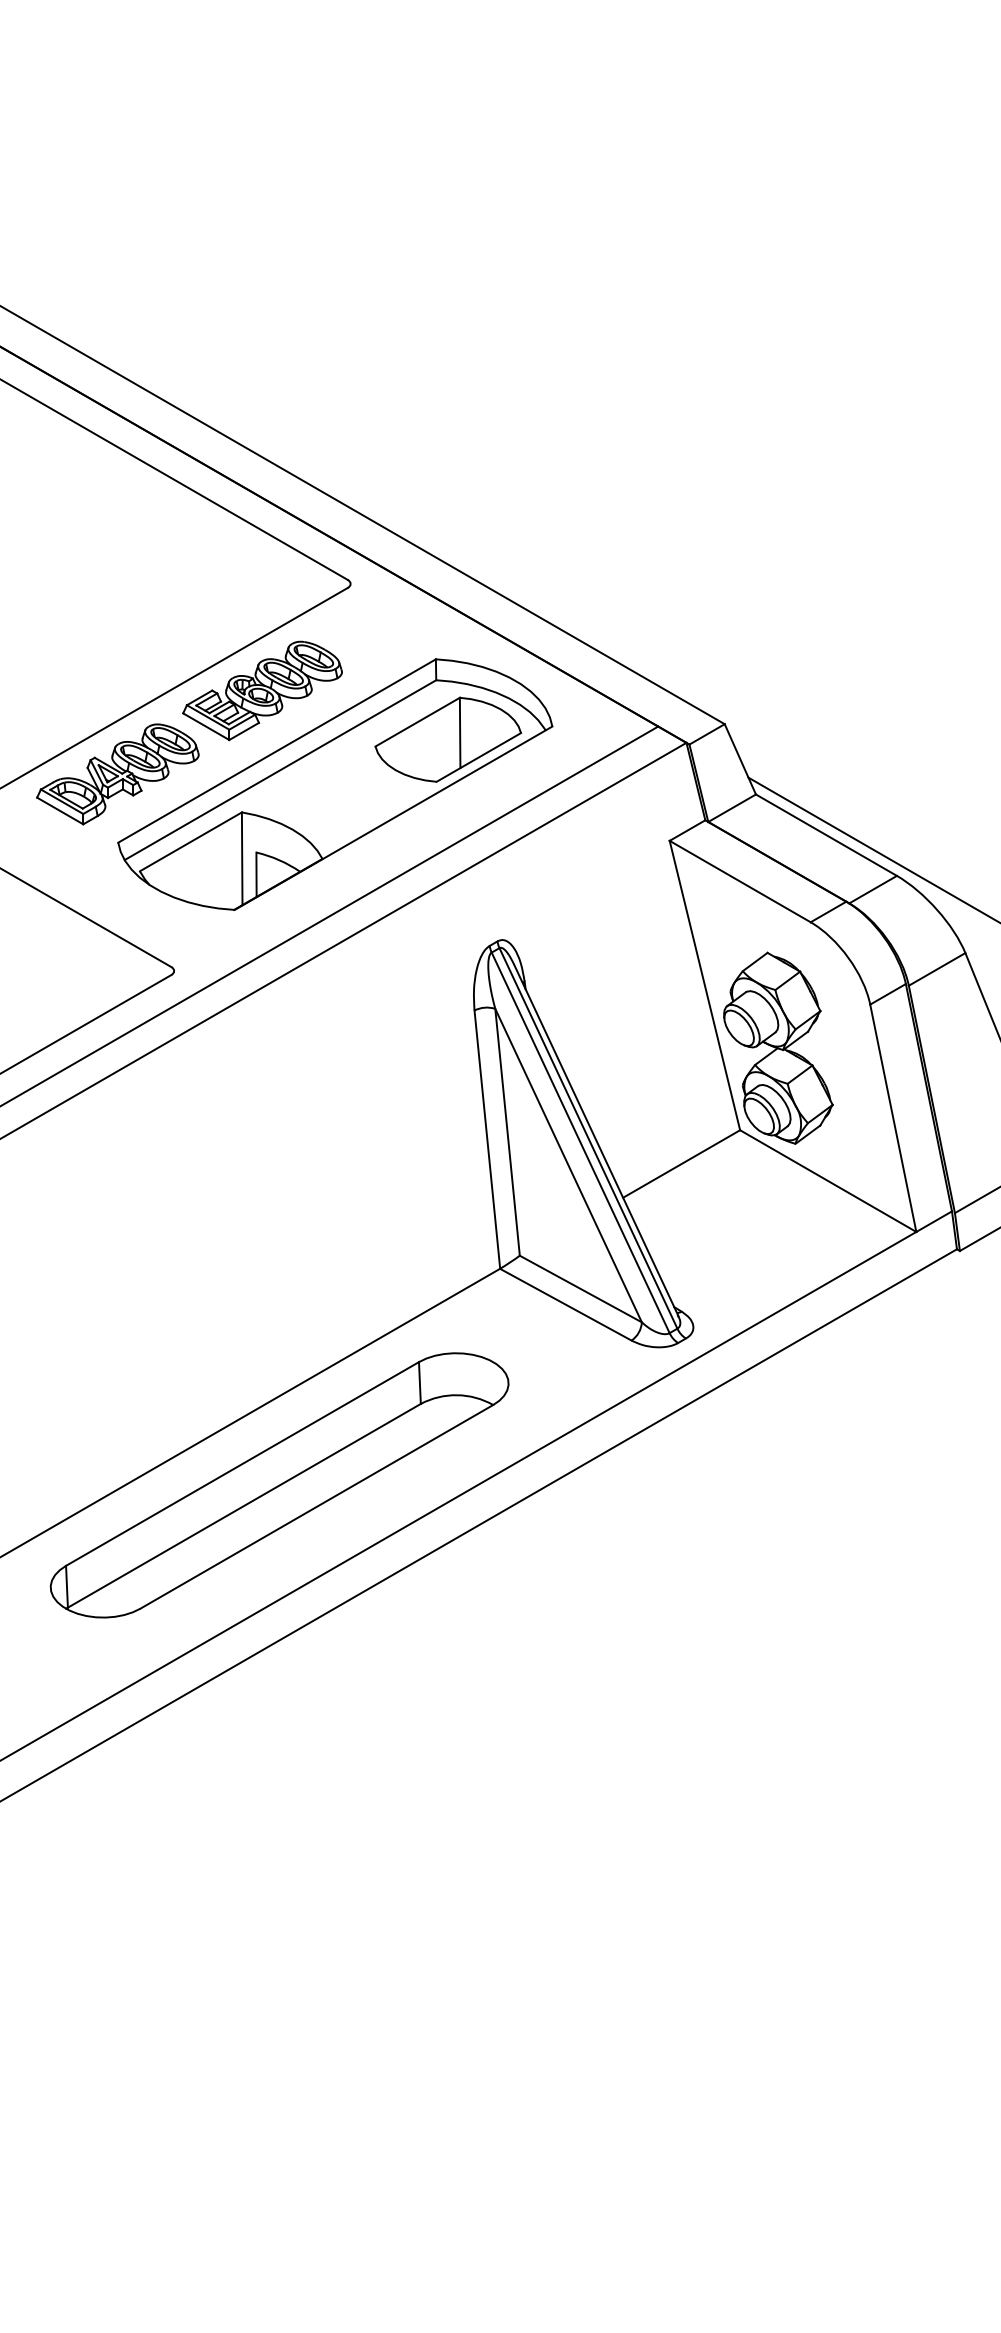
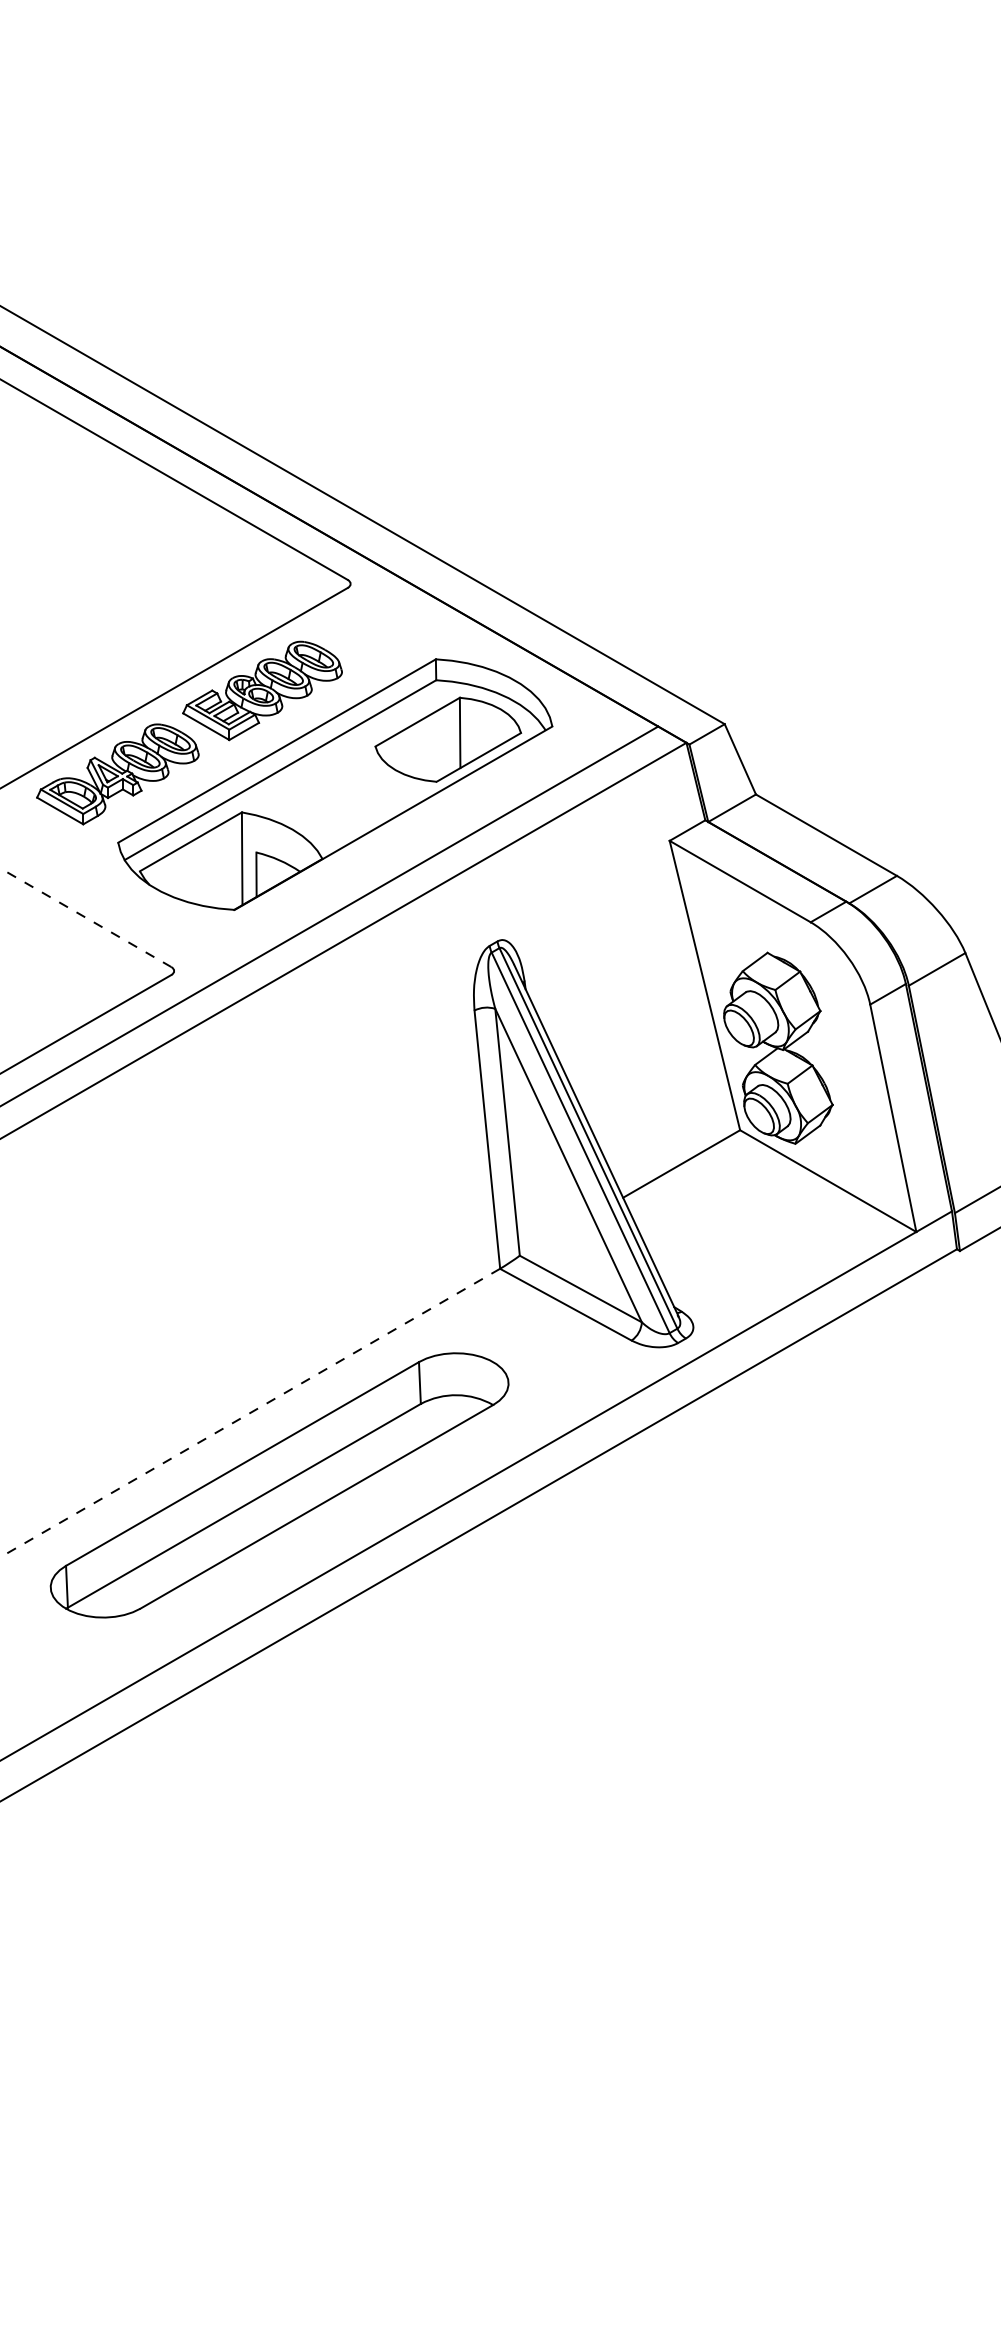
line at (872, 849): present -> none
line at (85, 917): solid -> dashed
line at (250, 1413): solid -> dashed
